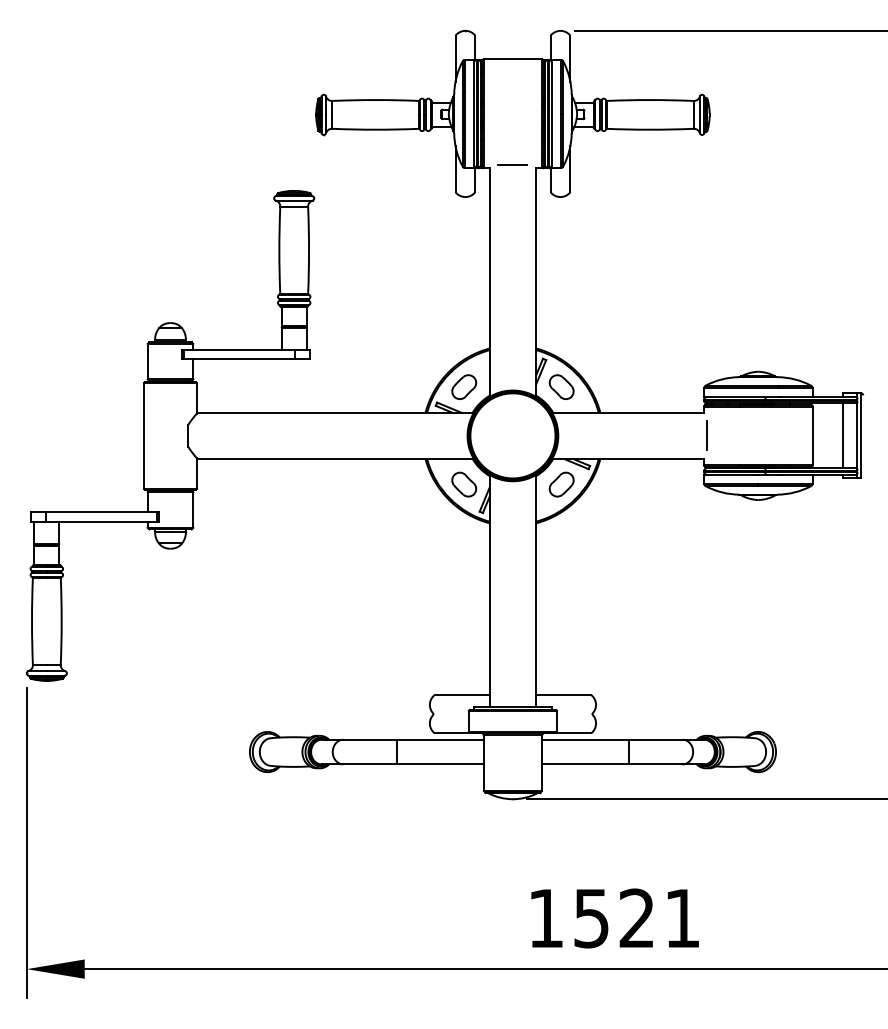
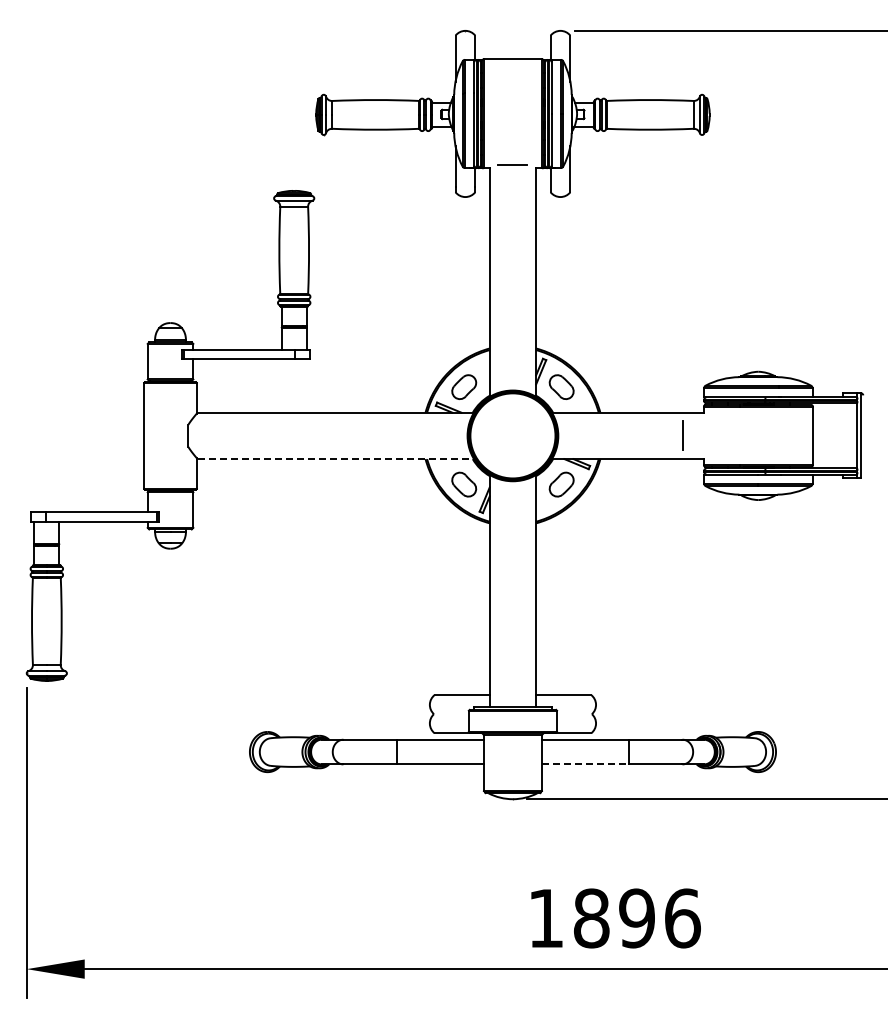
line at (706, 435) position: (706, 435) -> (682, 435)
line at (843, 435): present -> none
line at (335, 459): solid -> dashed
line at (585, 764): solid -> dashed
text at (637, 918): 1521 -> 1896
